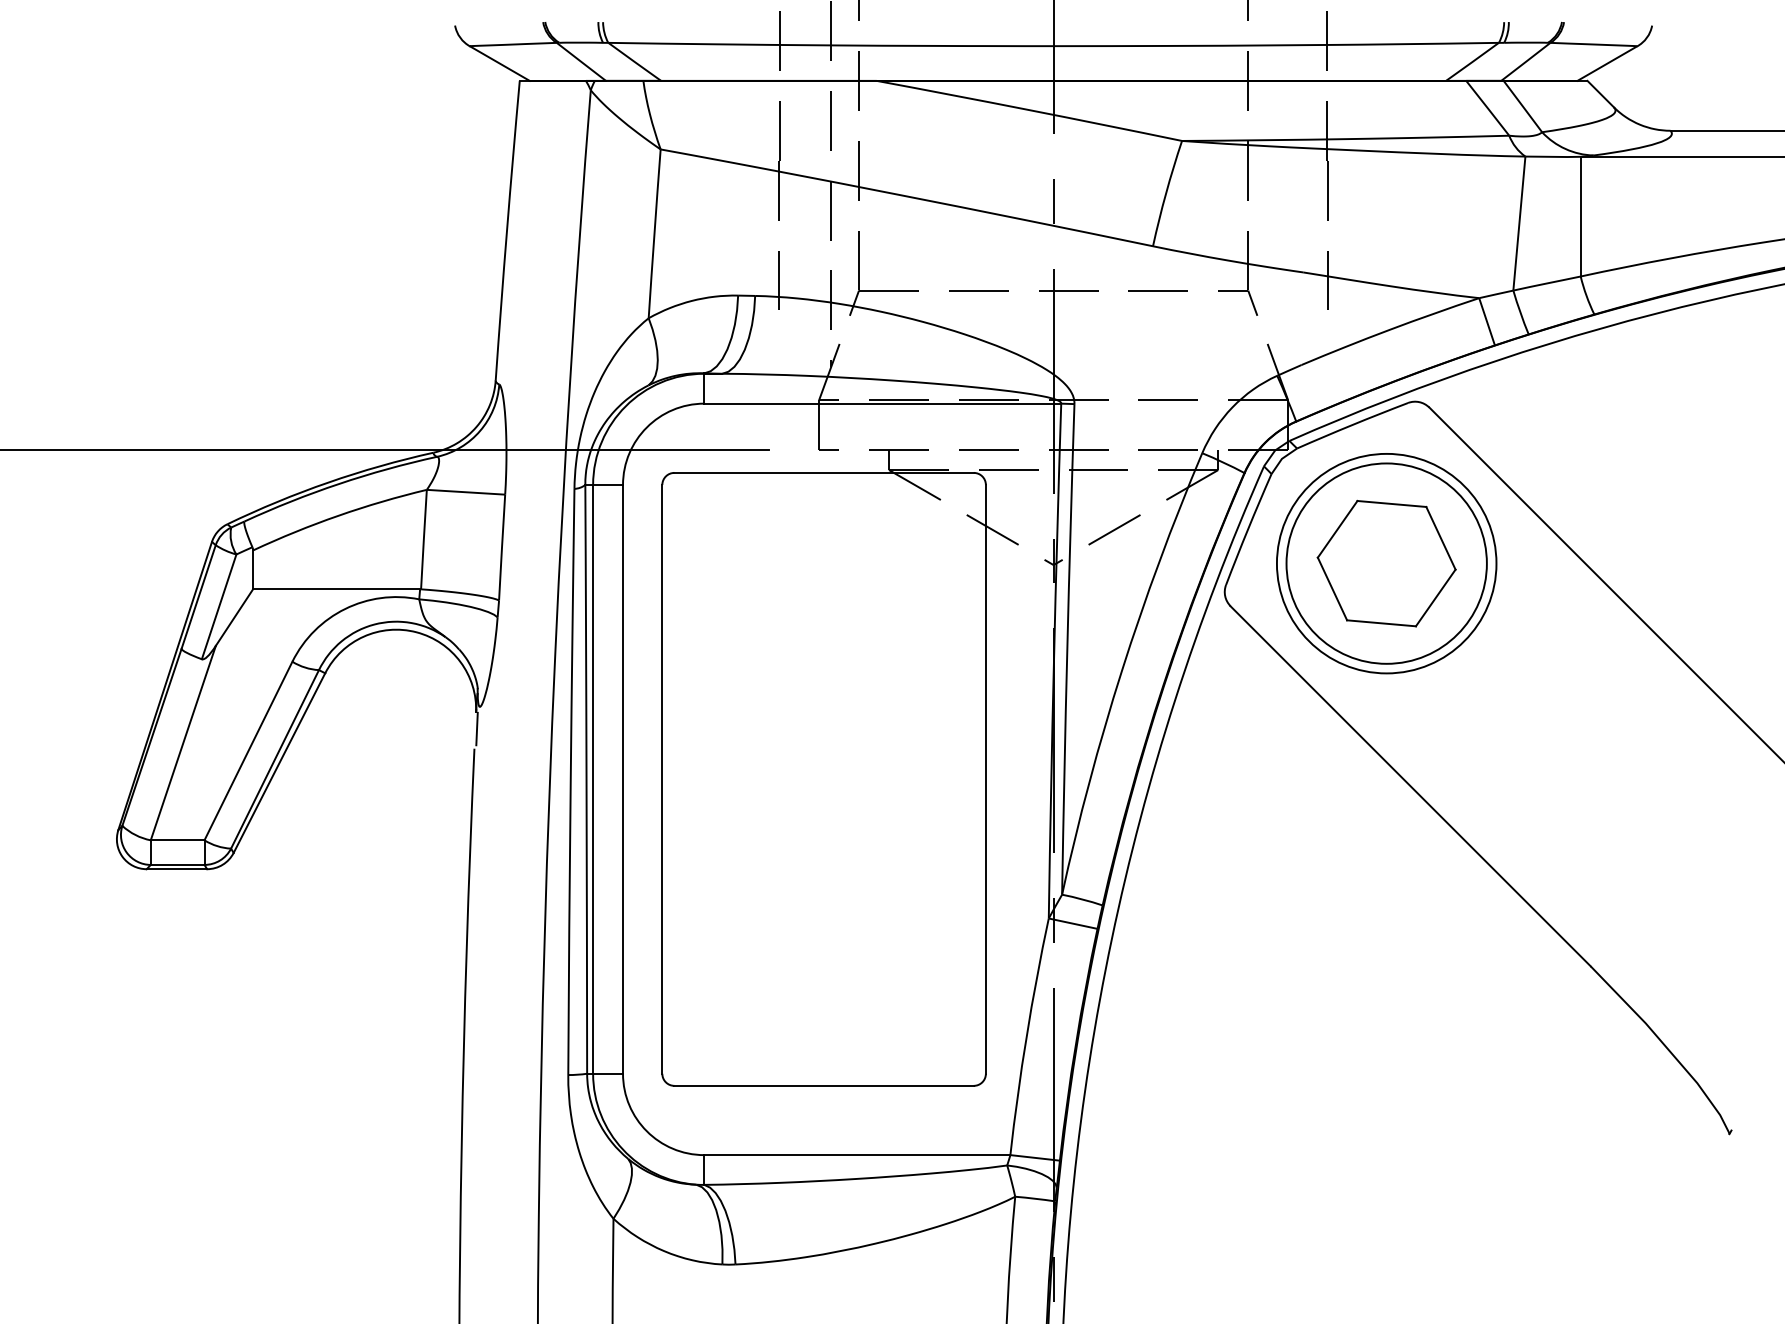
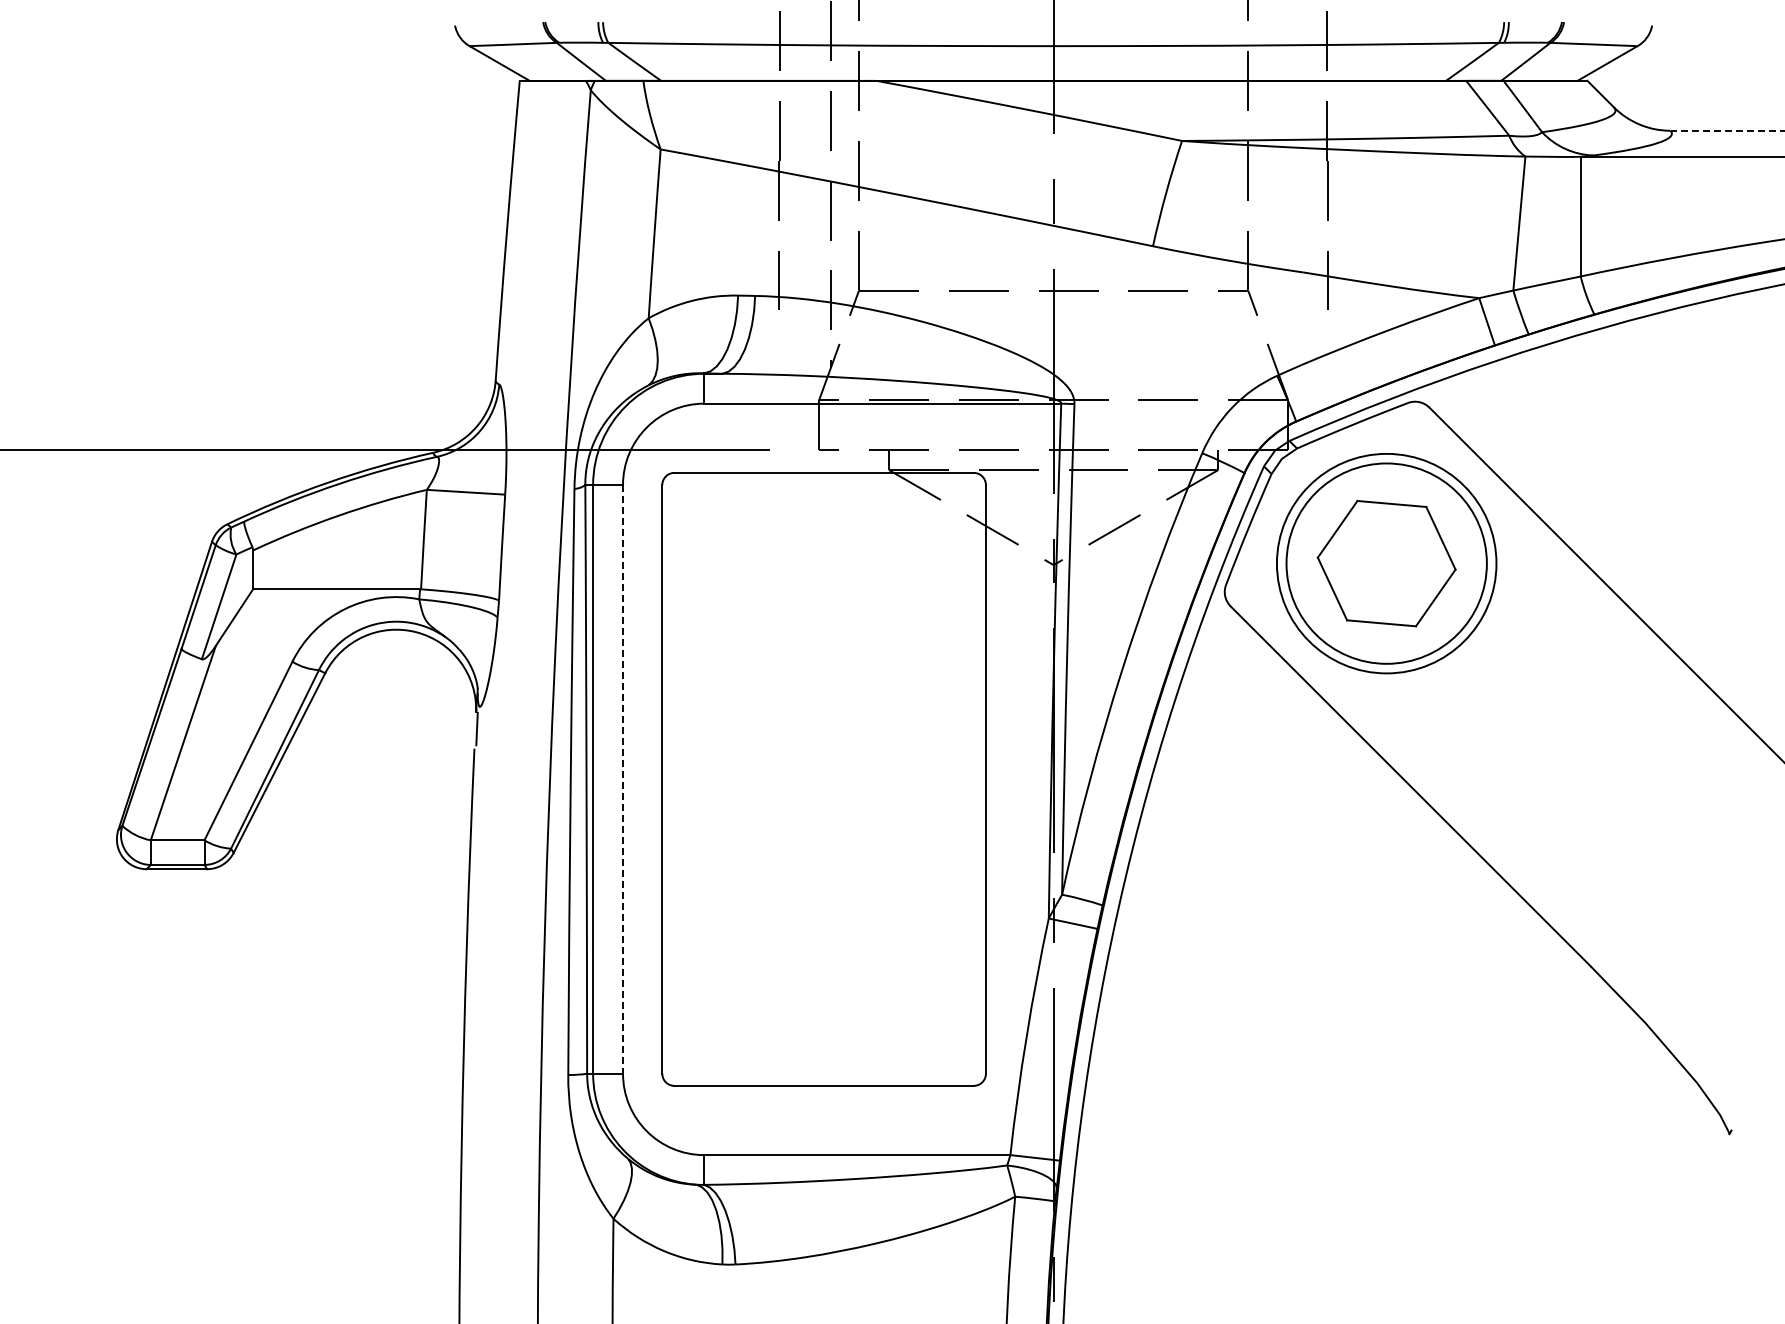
line at (1727, 130): solid -> dashed
line at (623, 779): solid -> dashed
